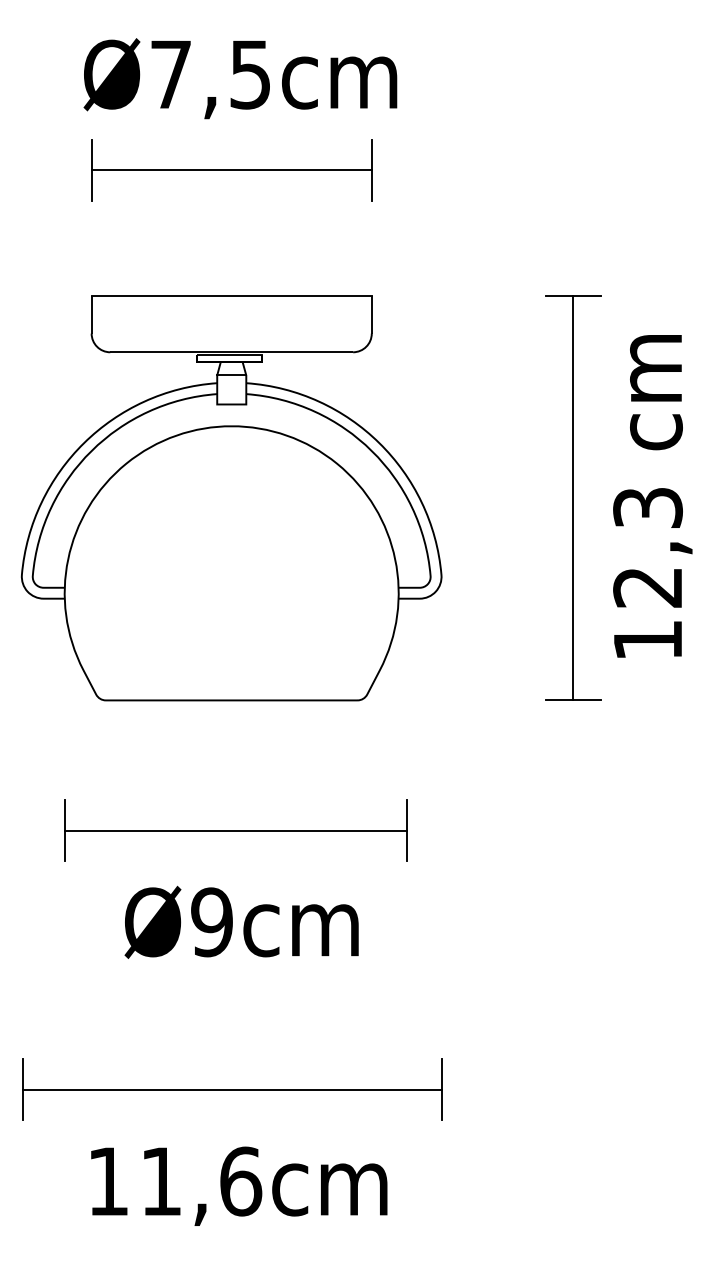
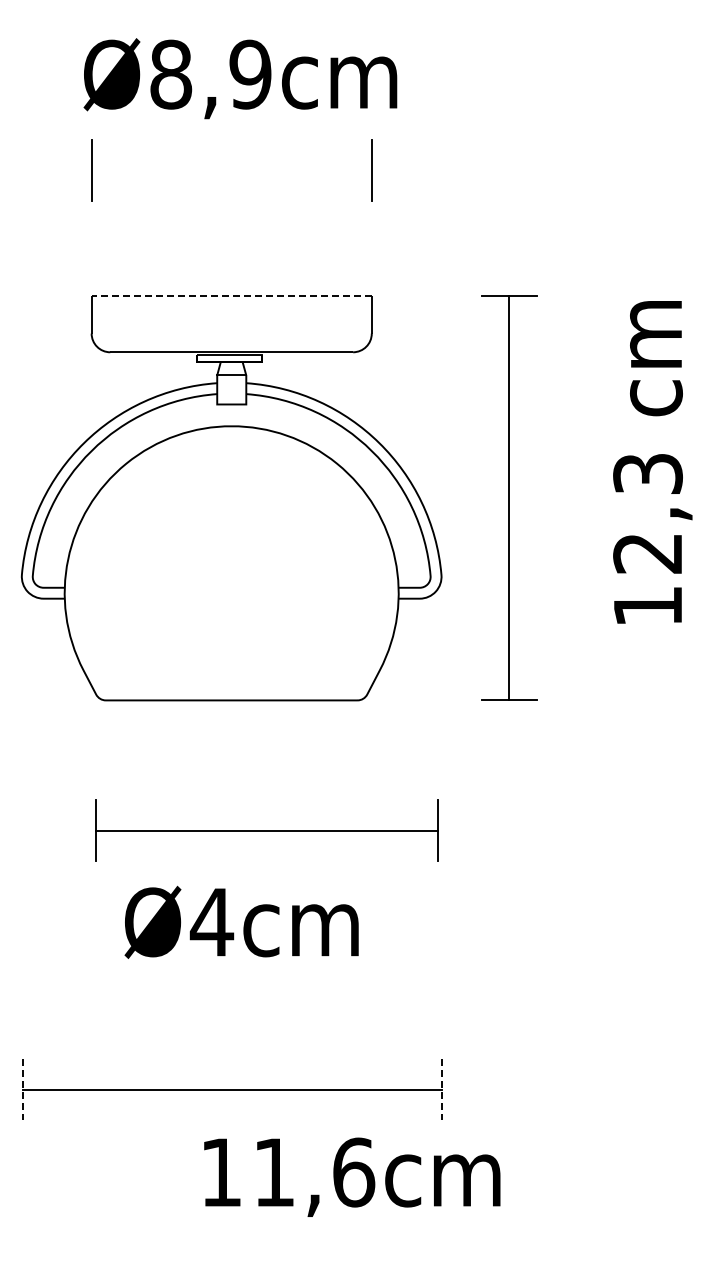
text at (210, 74): Ø7,5cm -> Ø8,9cm
line at (231, 170): present -> none
line at (231, 296): solid -> dashed
text at (652, 496) position: (652, 496) -> (652, 462)
part at (573, 497) position: (573, 497) -> (509, 497)
part at (235, 830) position: (235, 830) -> (266, 830)
text at (211, 922): Ø9cm -> Ø4cm
line at (23, 1090): solid -> dashed
line at (442, 1090): solid -> dashed
text at (239, 1185) position: (239, 1185) -> (352, 1176)
